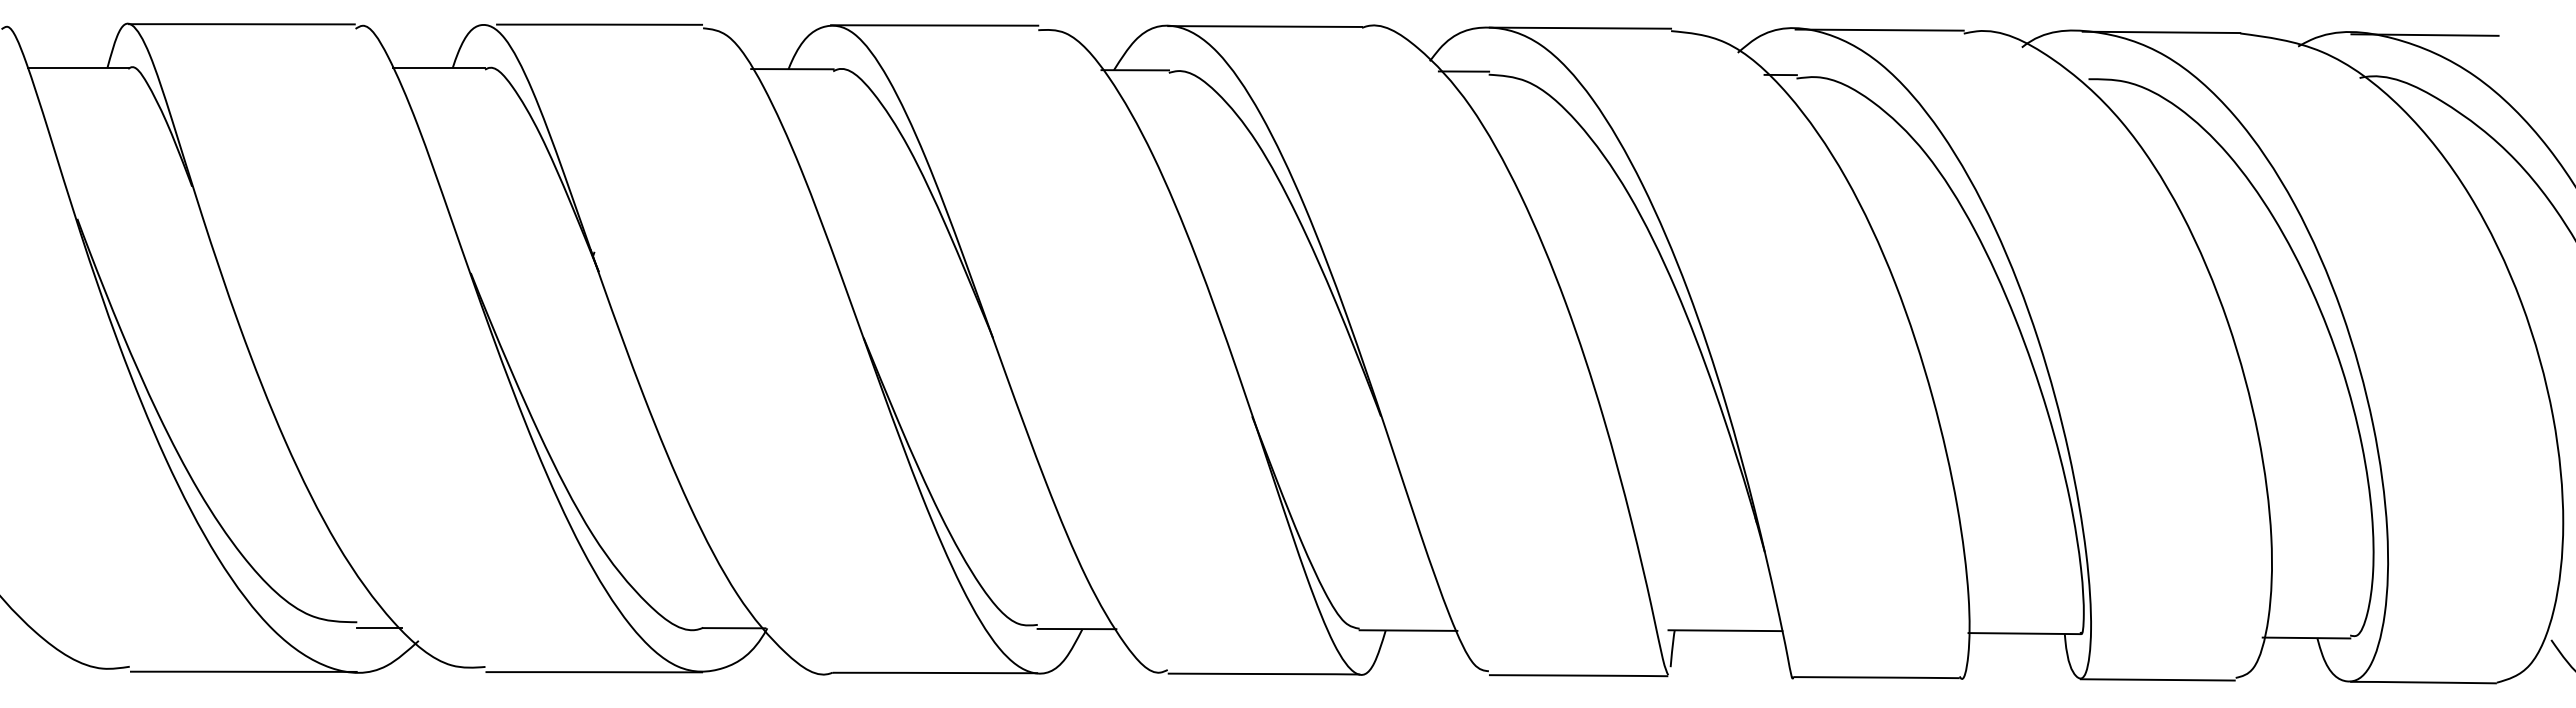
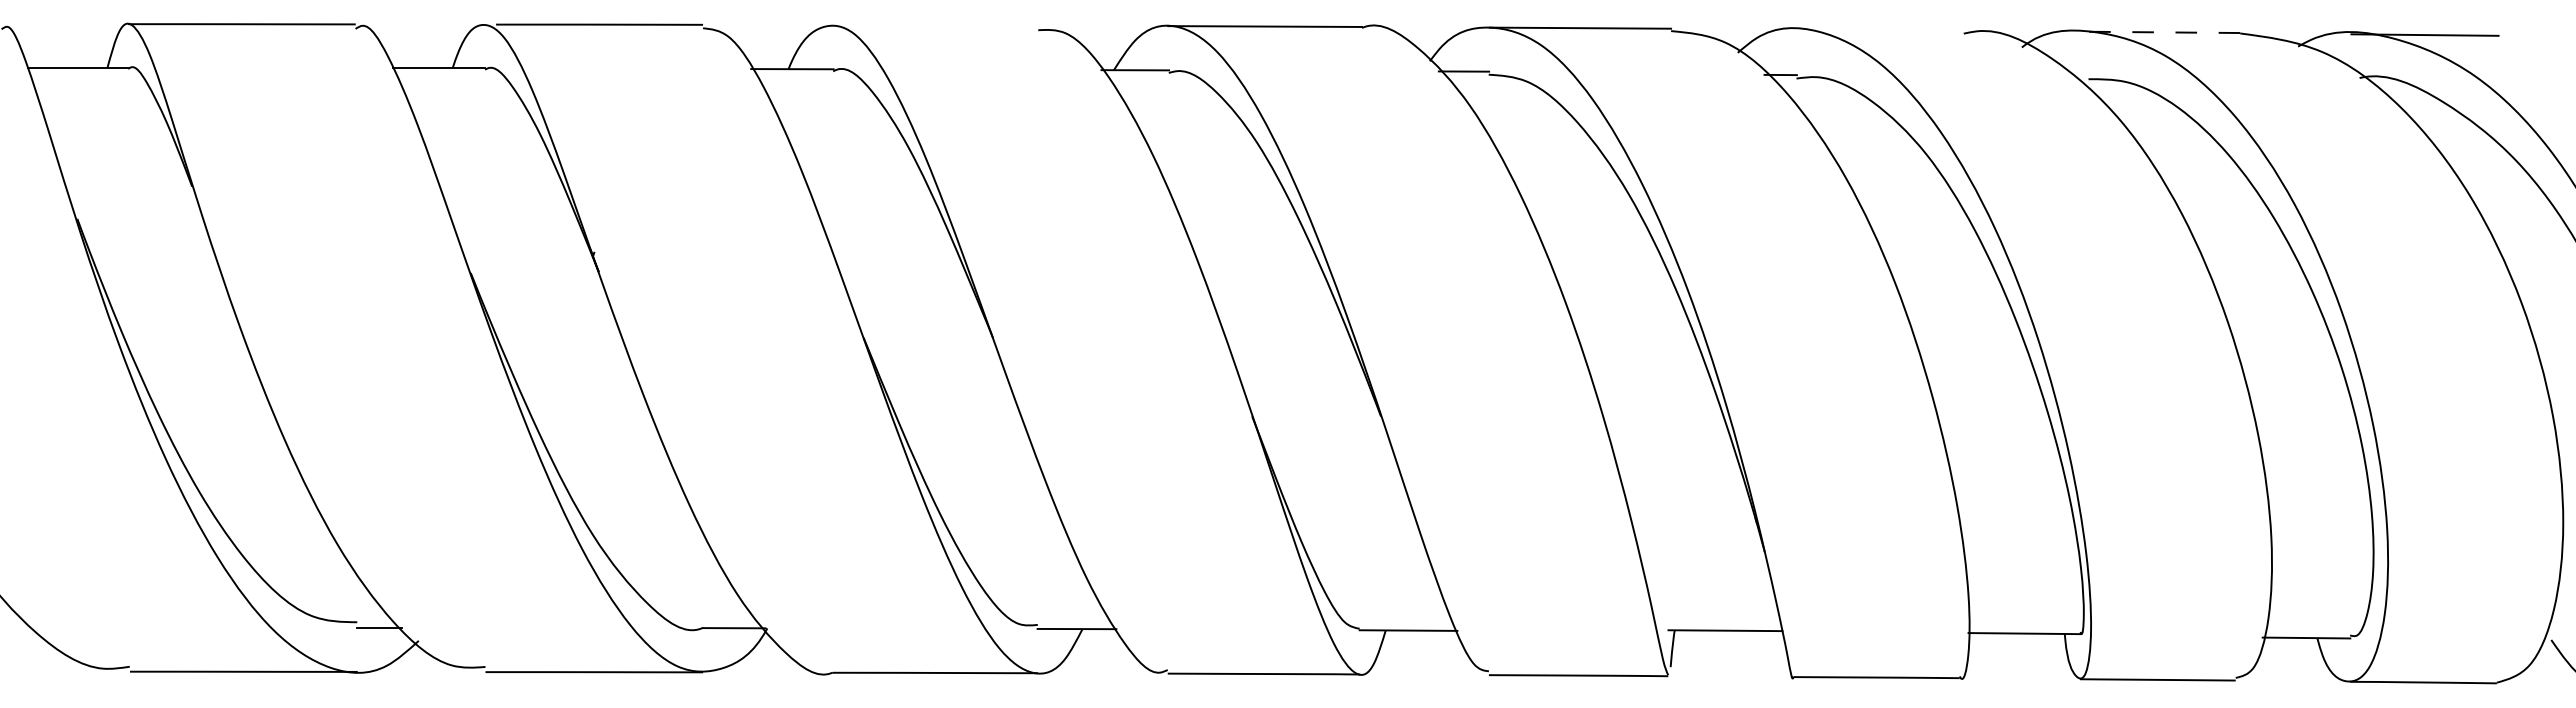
line at (934, 25): present -> none
line at (1879, 29): present -> none
line at (2161, 32): solid -> dashed
